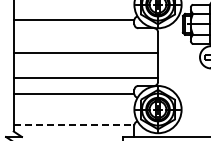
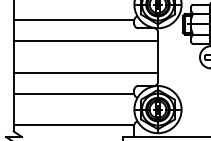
line at (85, 53) position: (85, 53) -> (85, 41)
line at (85, 77) position: (85, 77) -> (85, 72)
line at (74, 125): dashed -> solid
